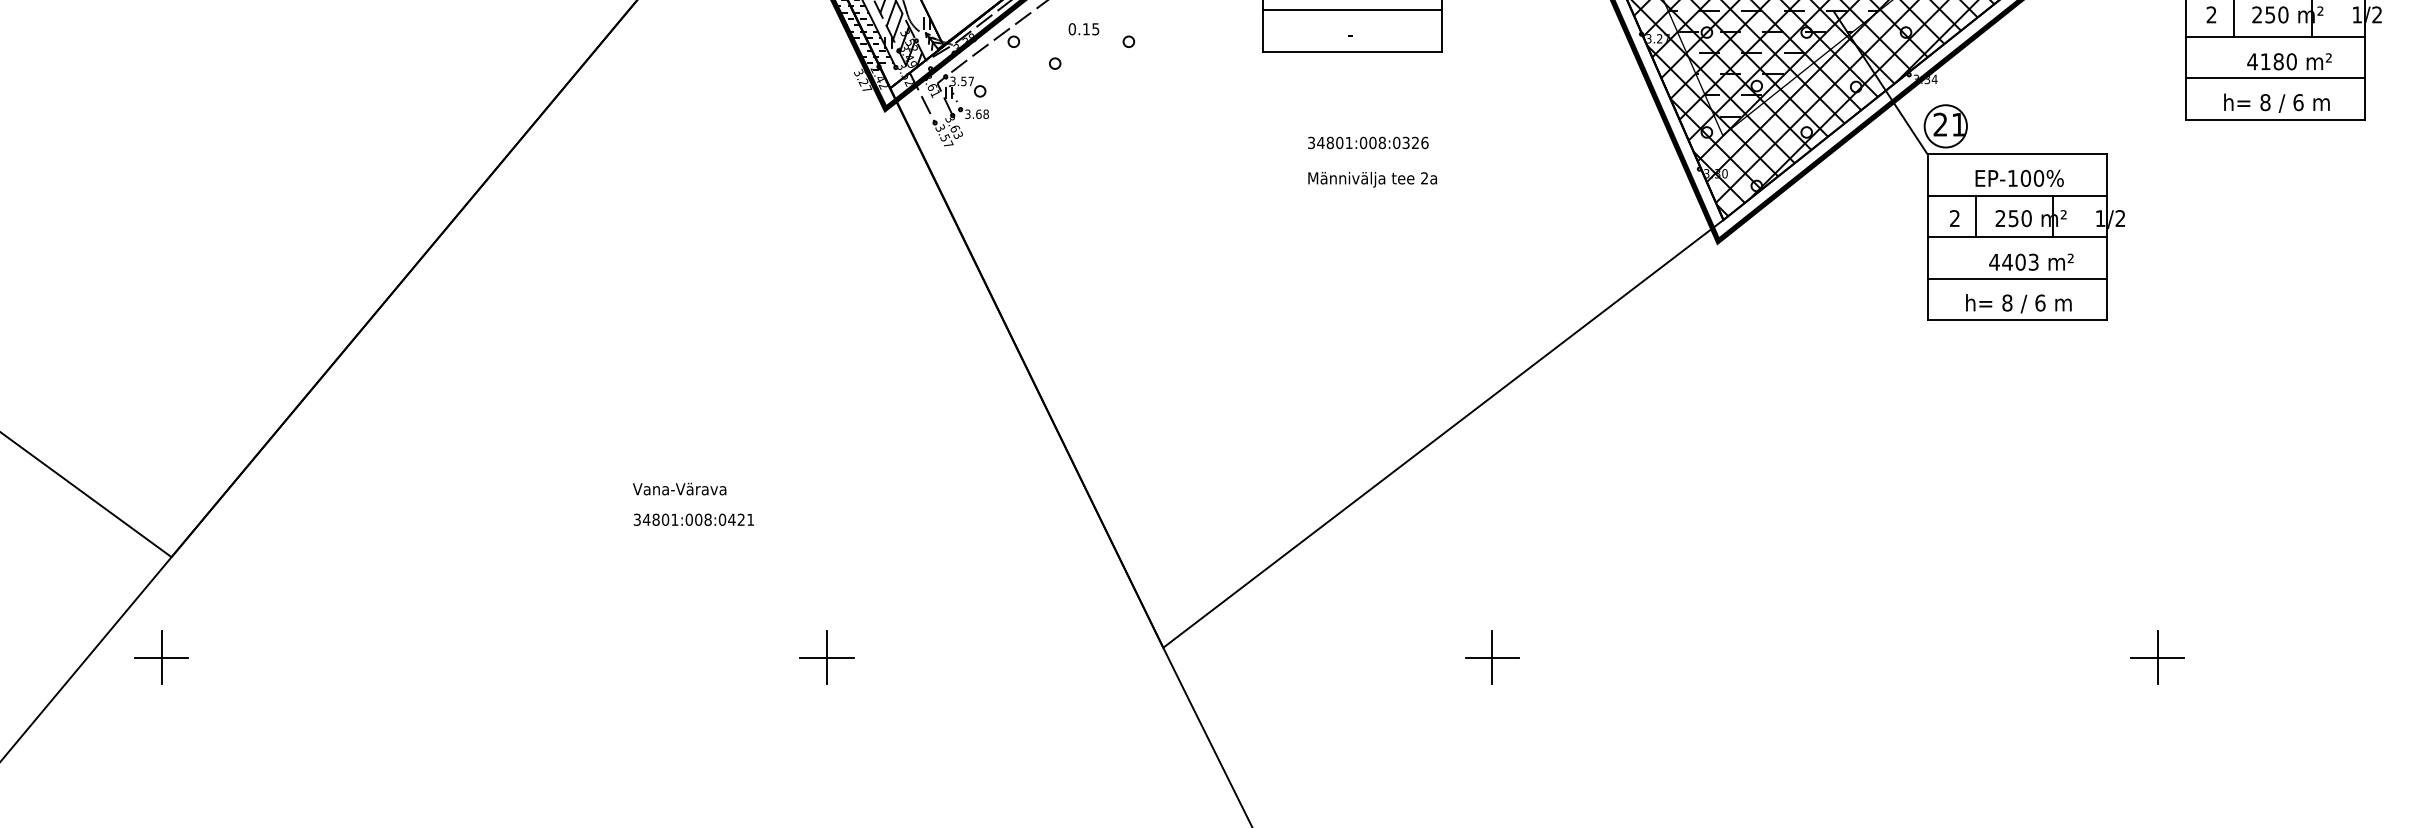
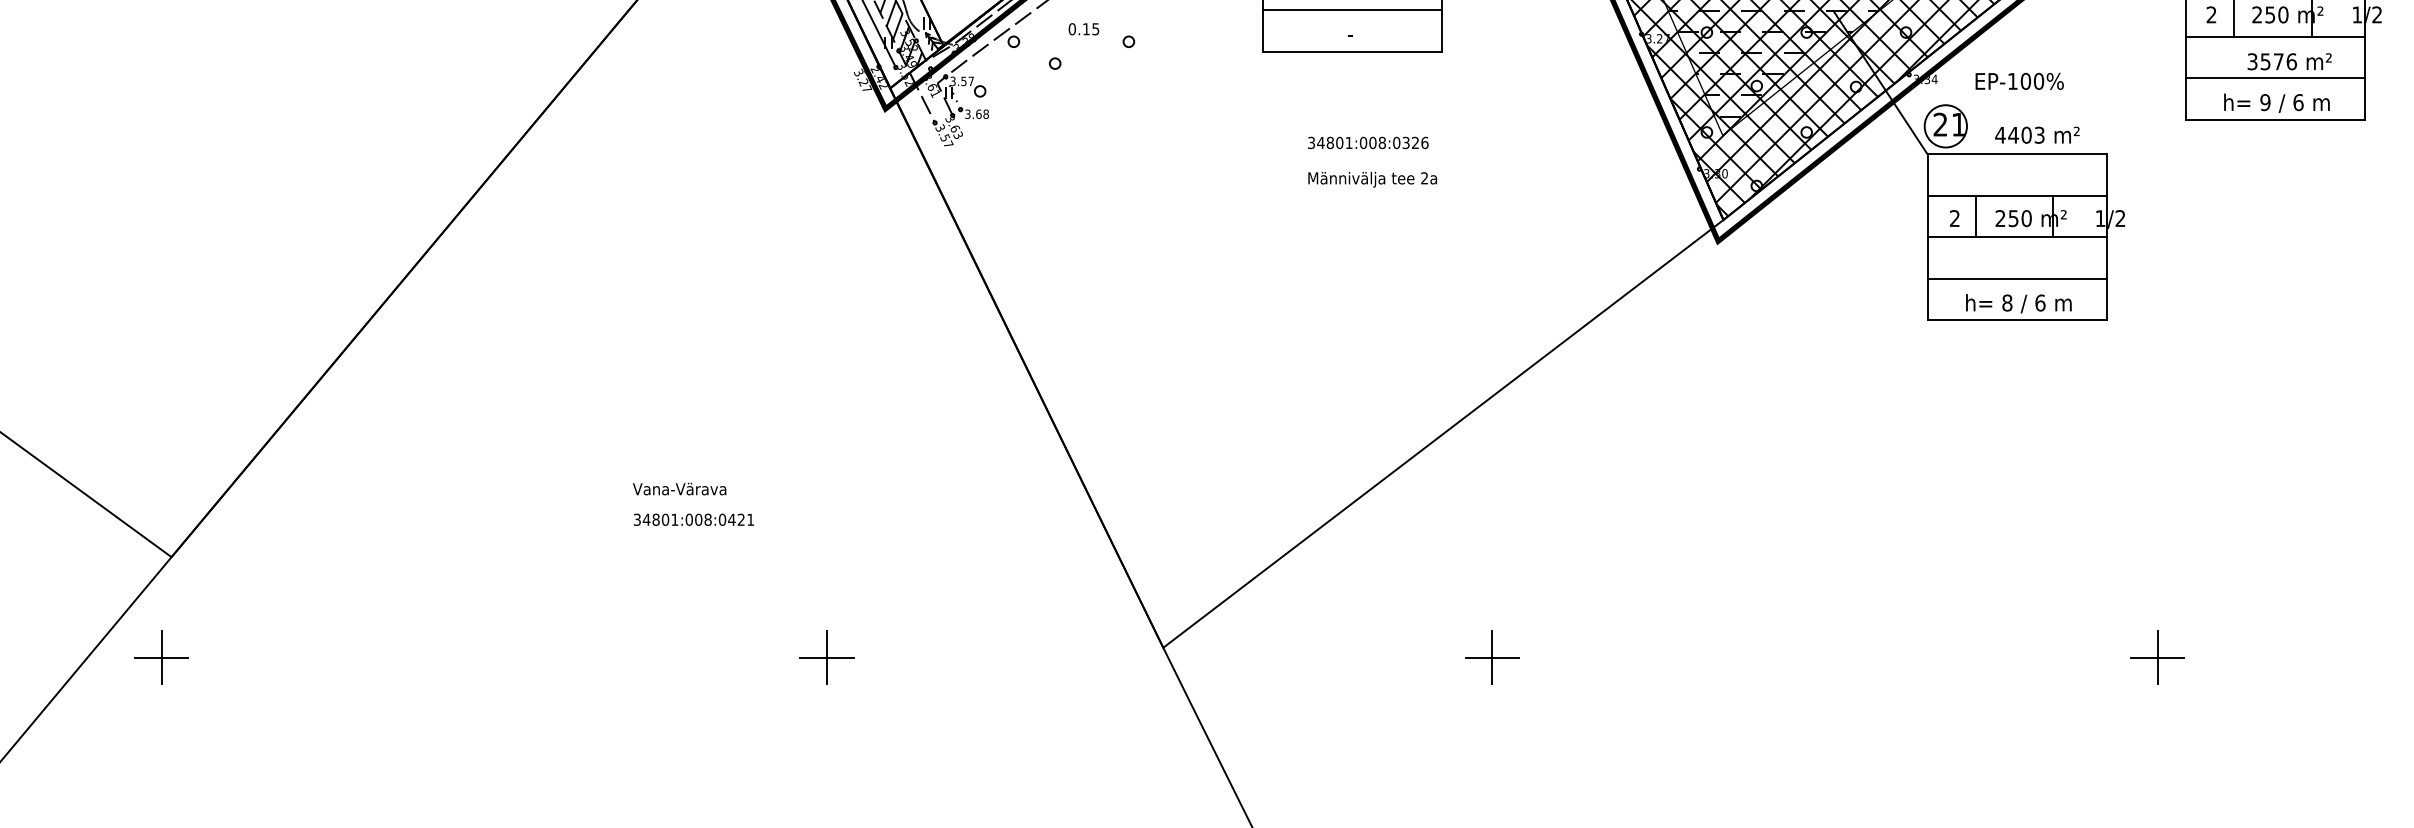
hatch at (864, 37): present -> none
text at (2271, 61): 4180 -> 3576
text at (2265, 102): 8 -> 9
text at (2019, 177) position: (2019, 177) -> (2019, 80)
text at (2031, 261) position: (2031, 261) -> (2037, 134)
